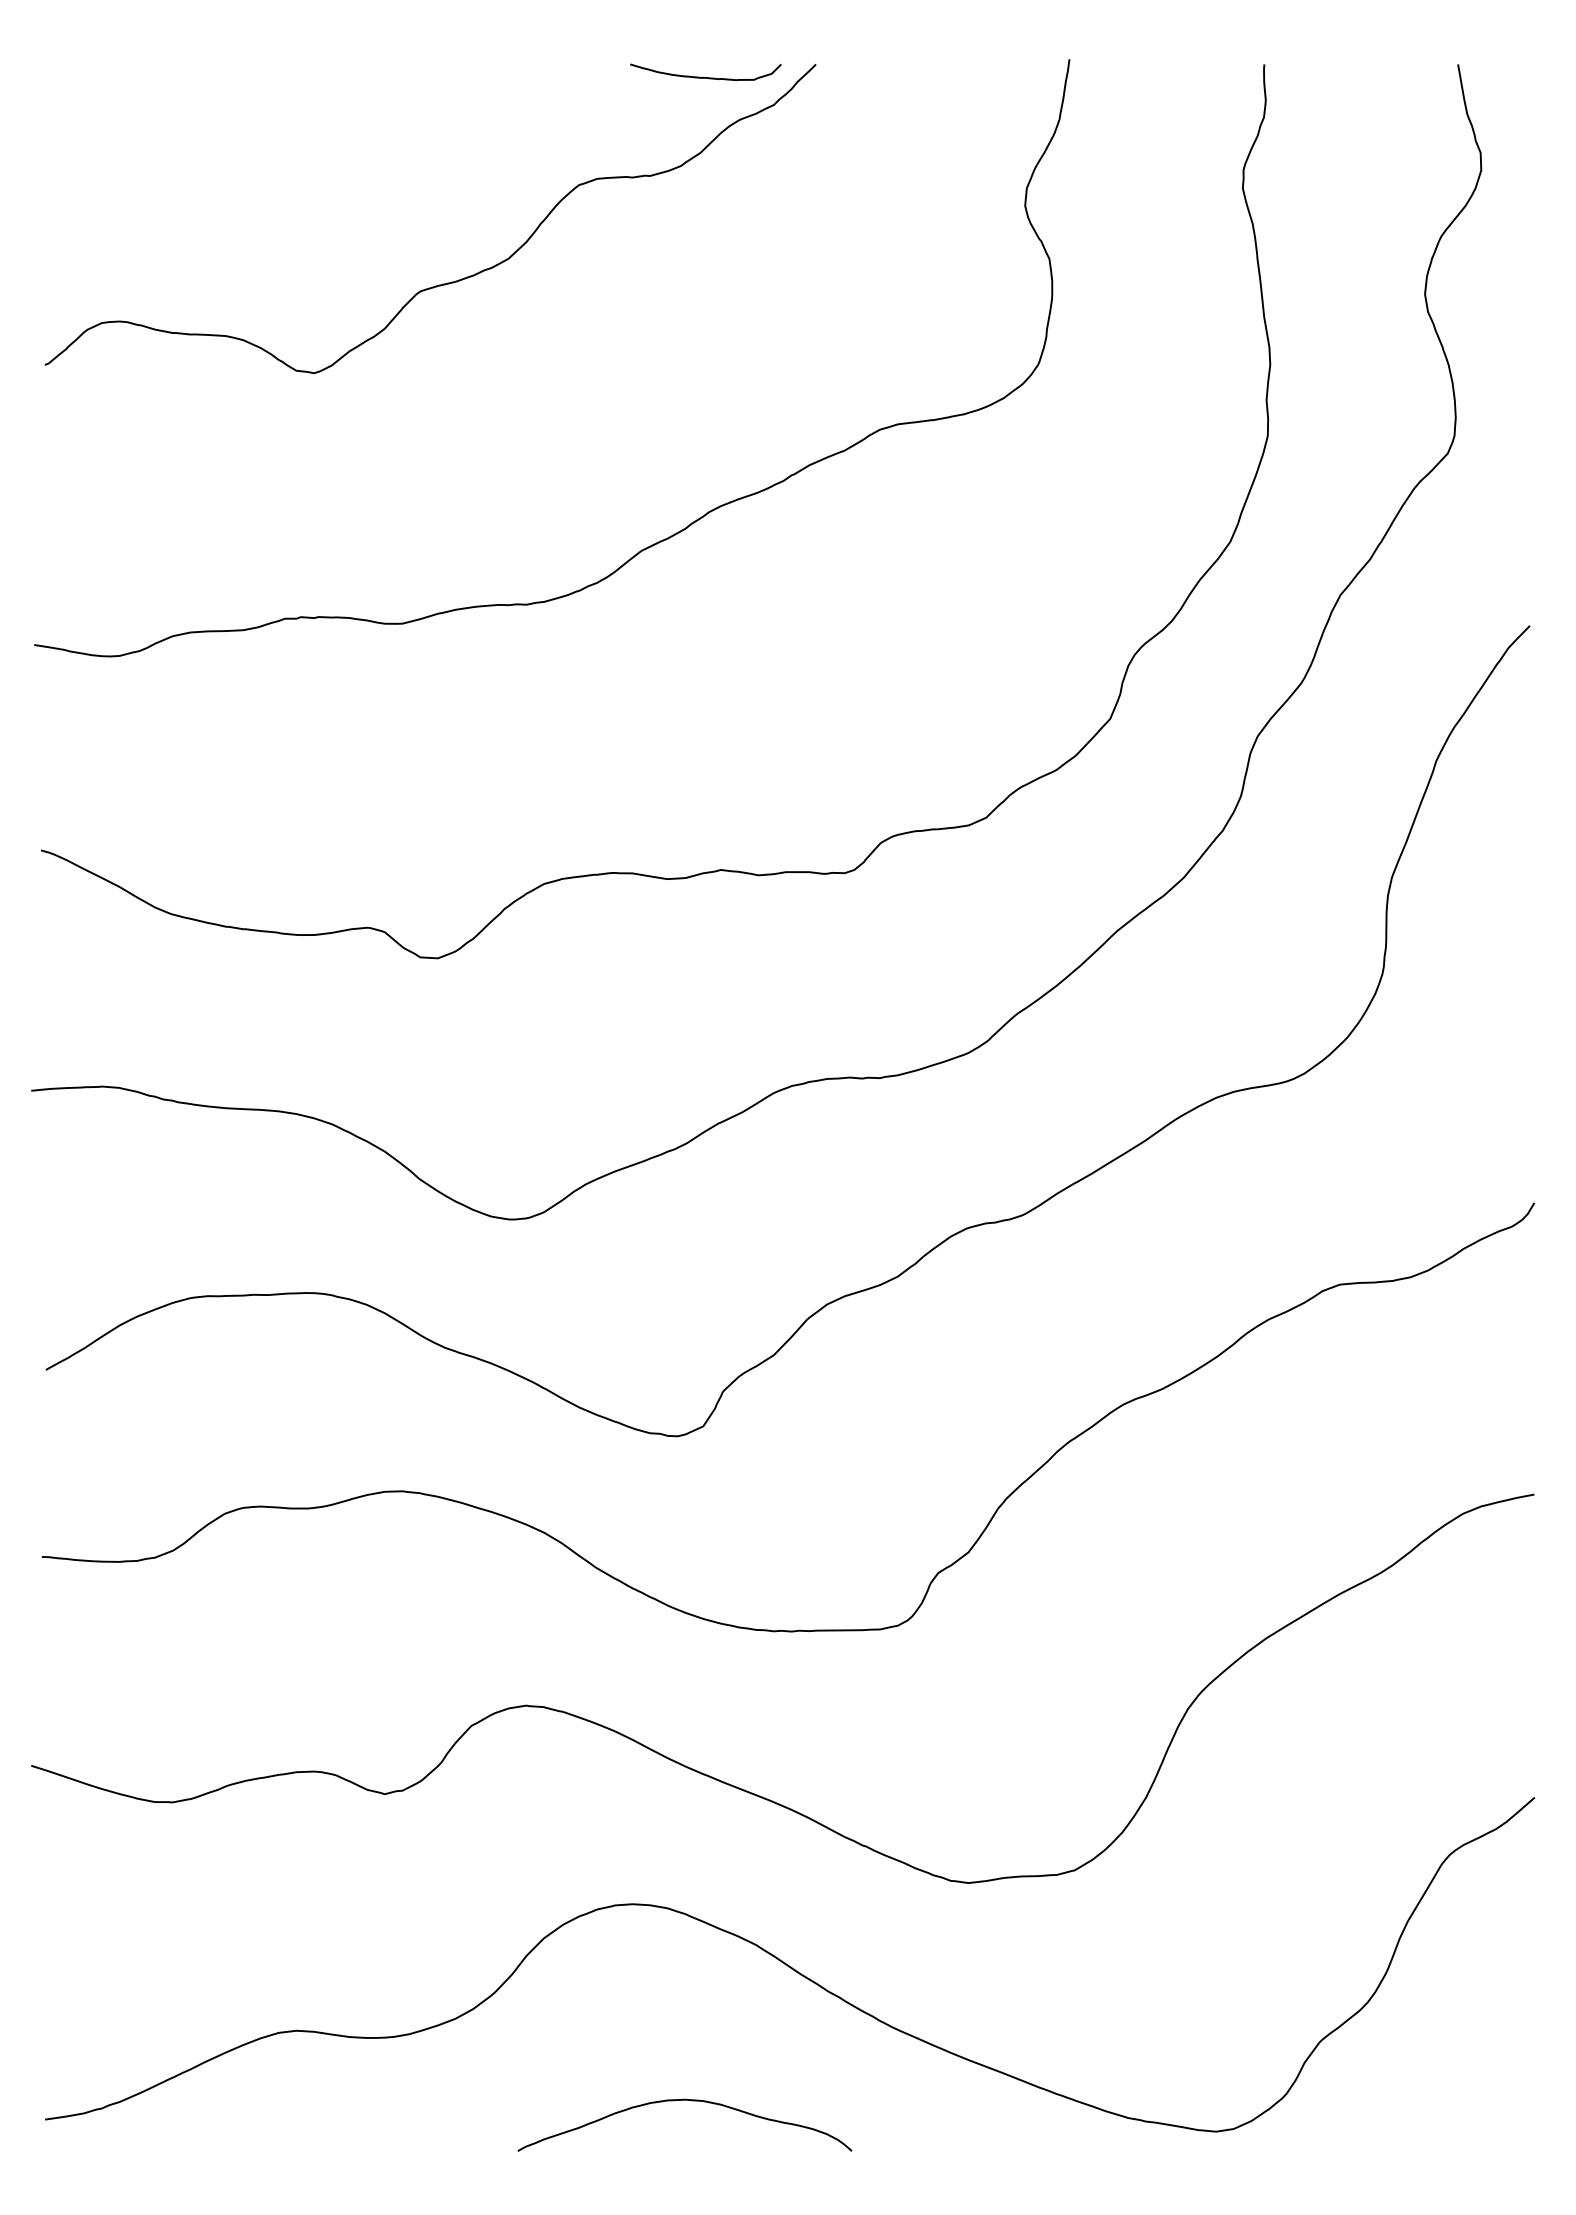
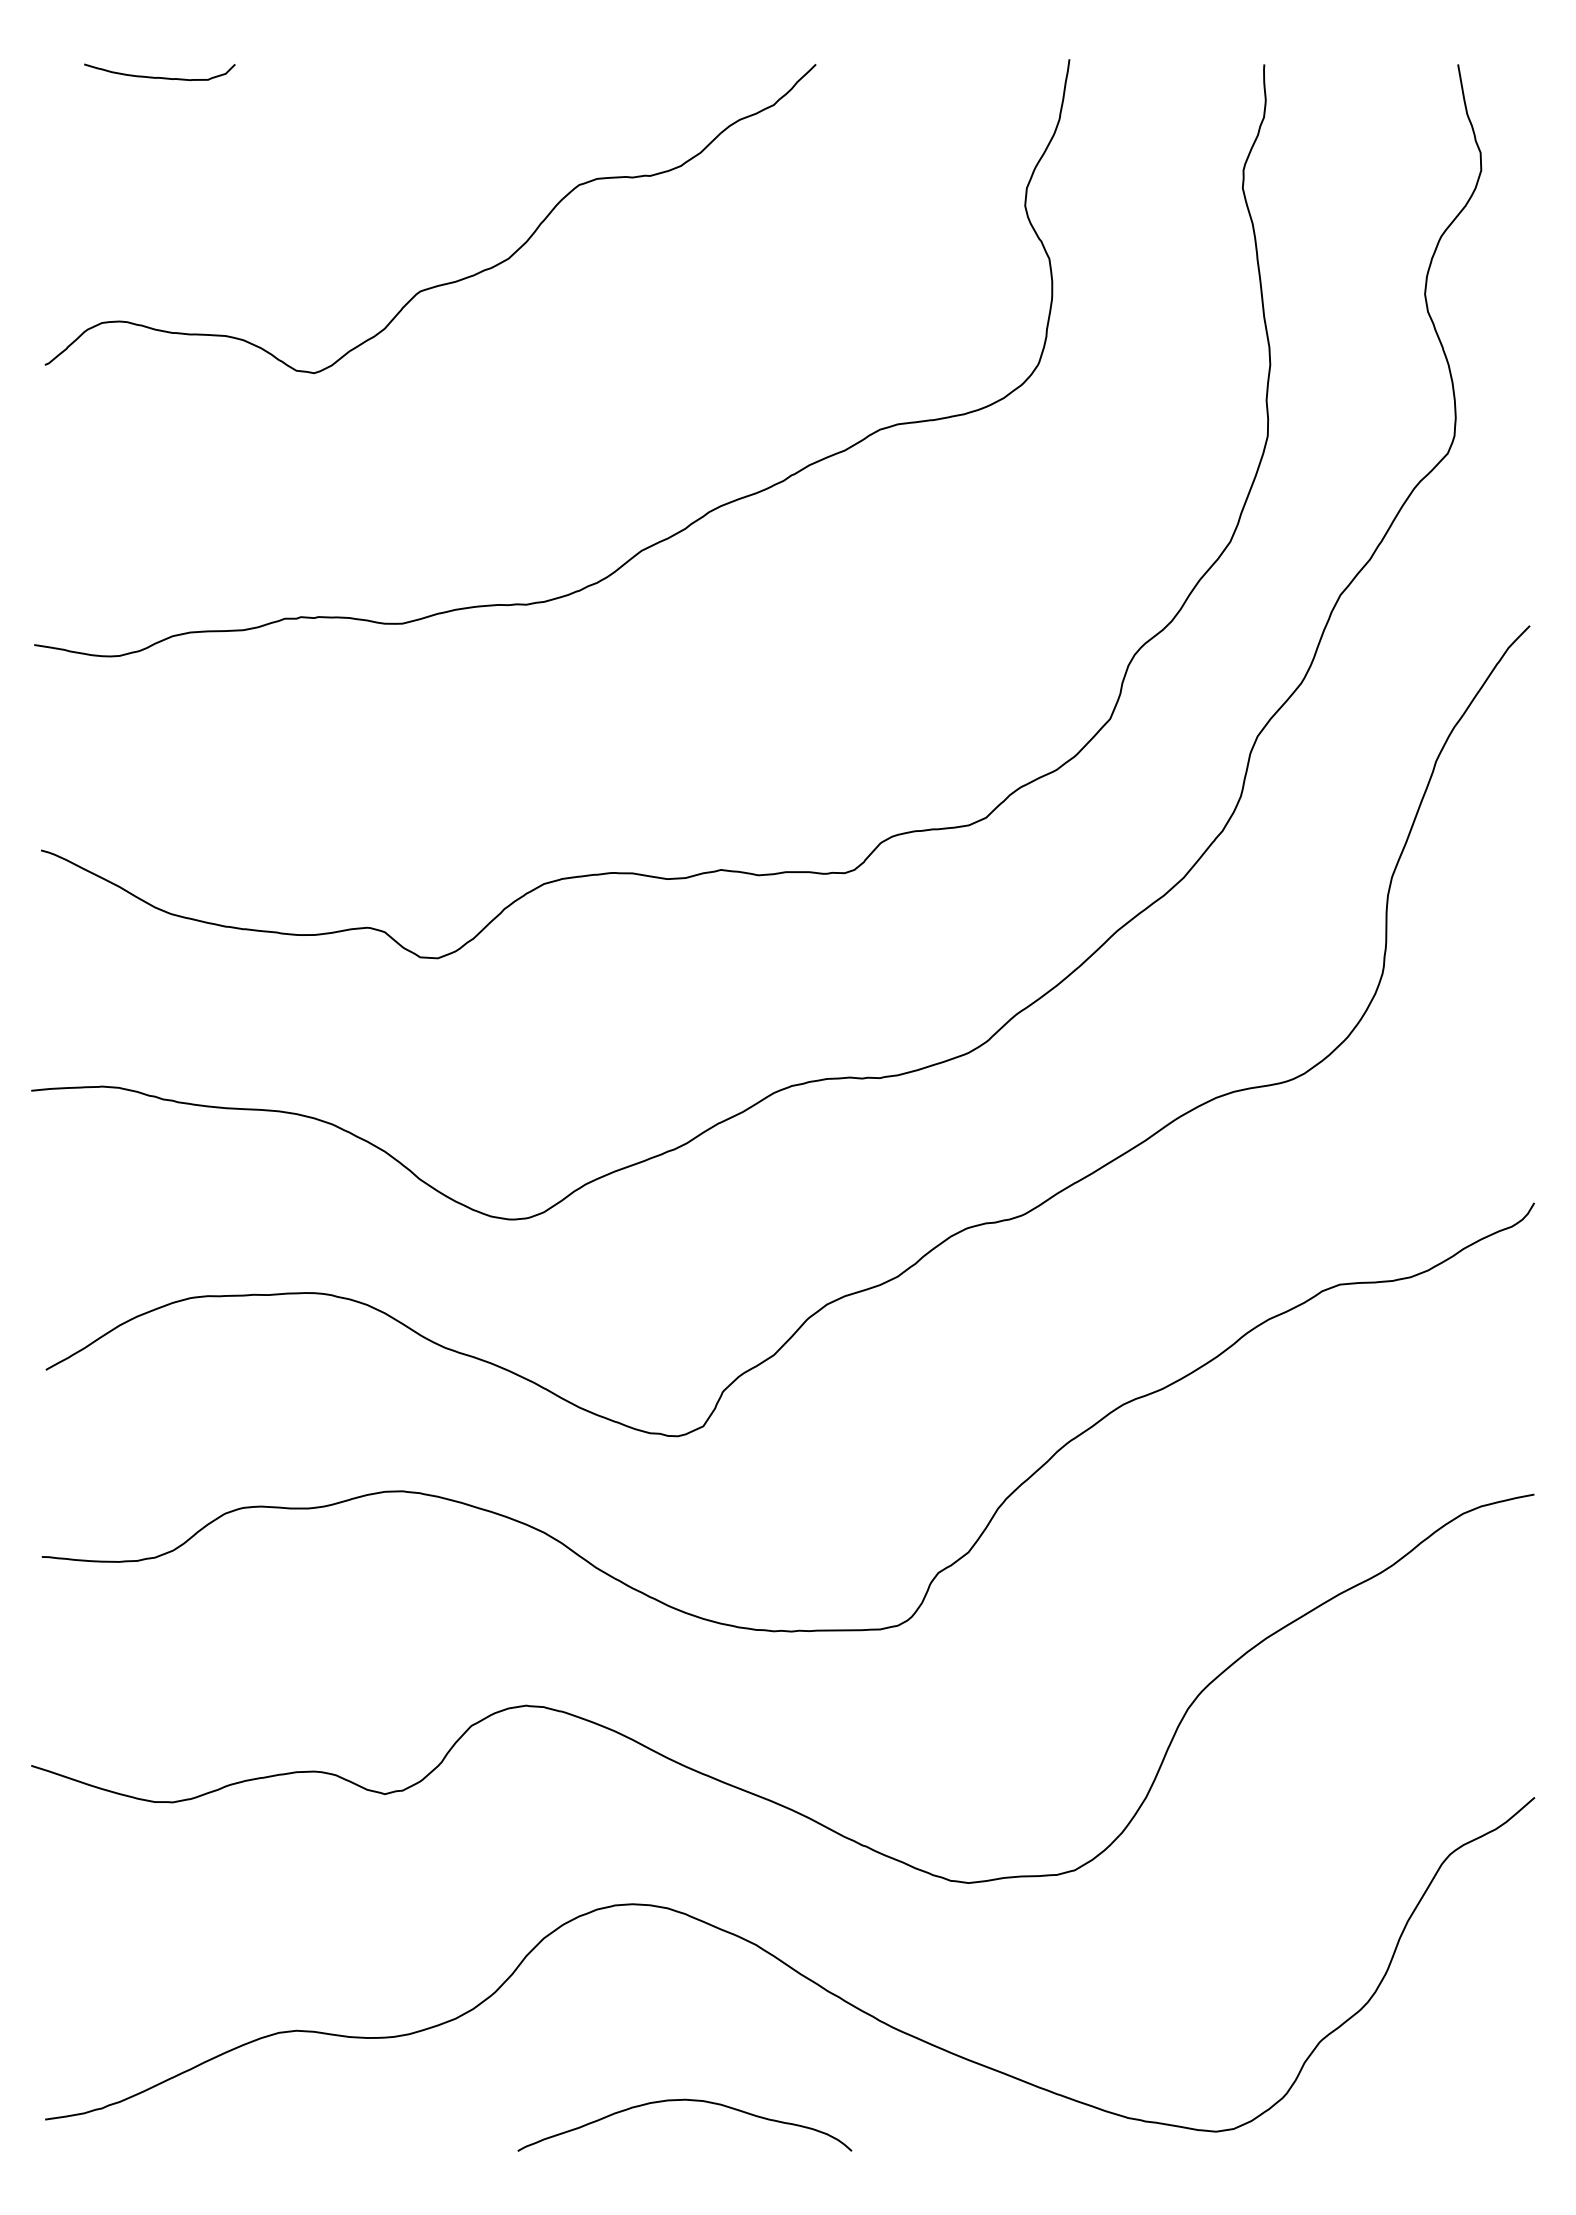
curve at (705, 77) position: (705, 77) -> (159, 77)
